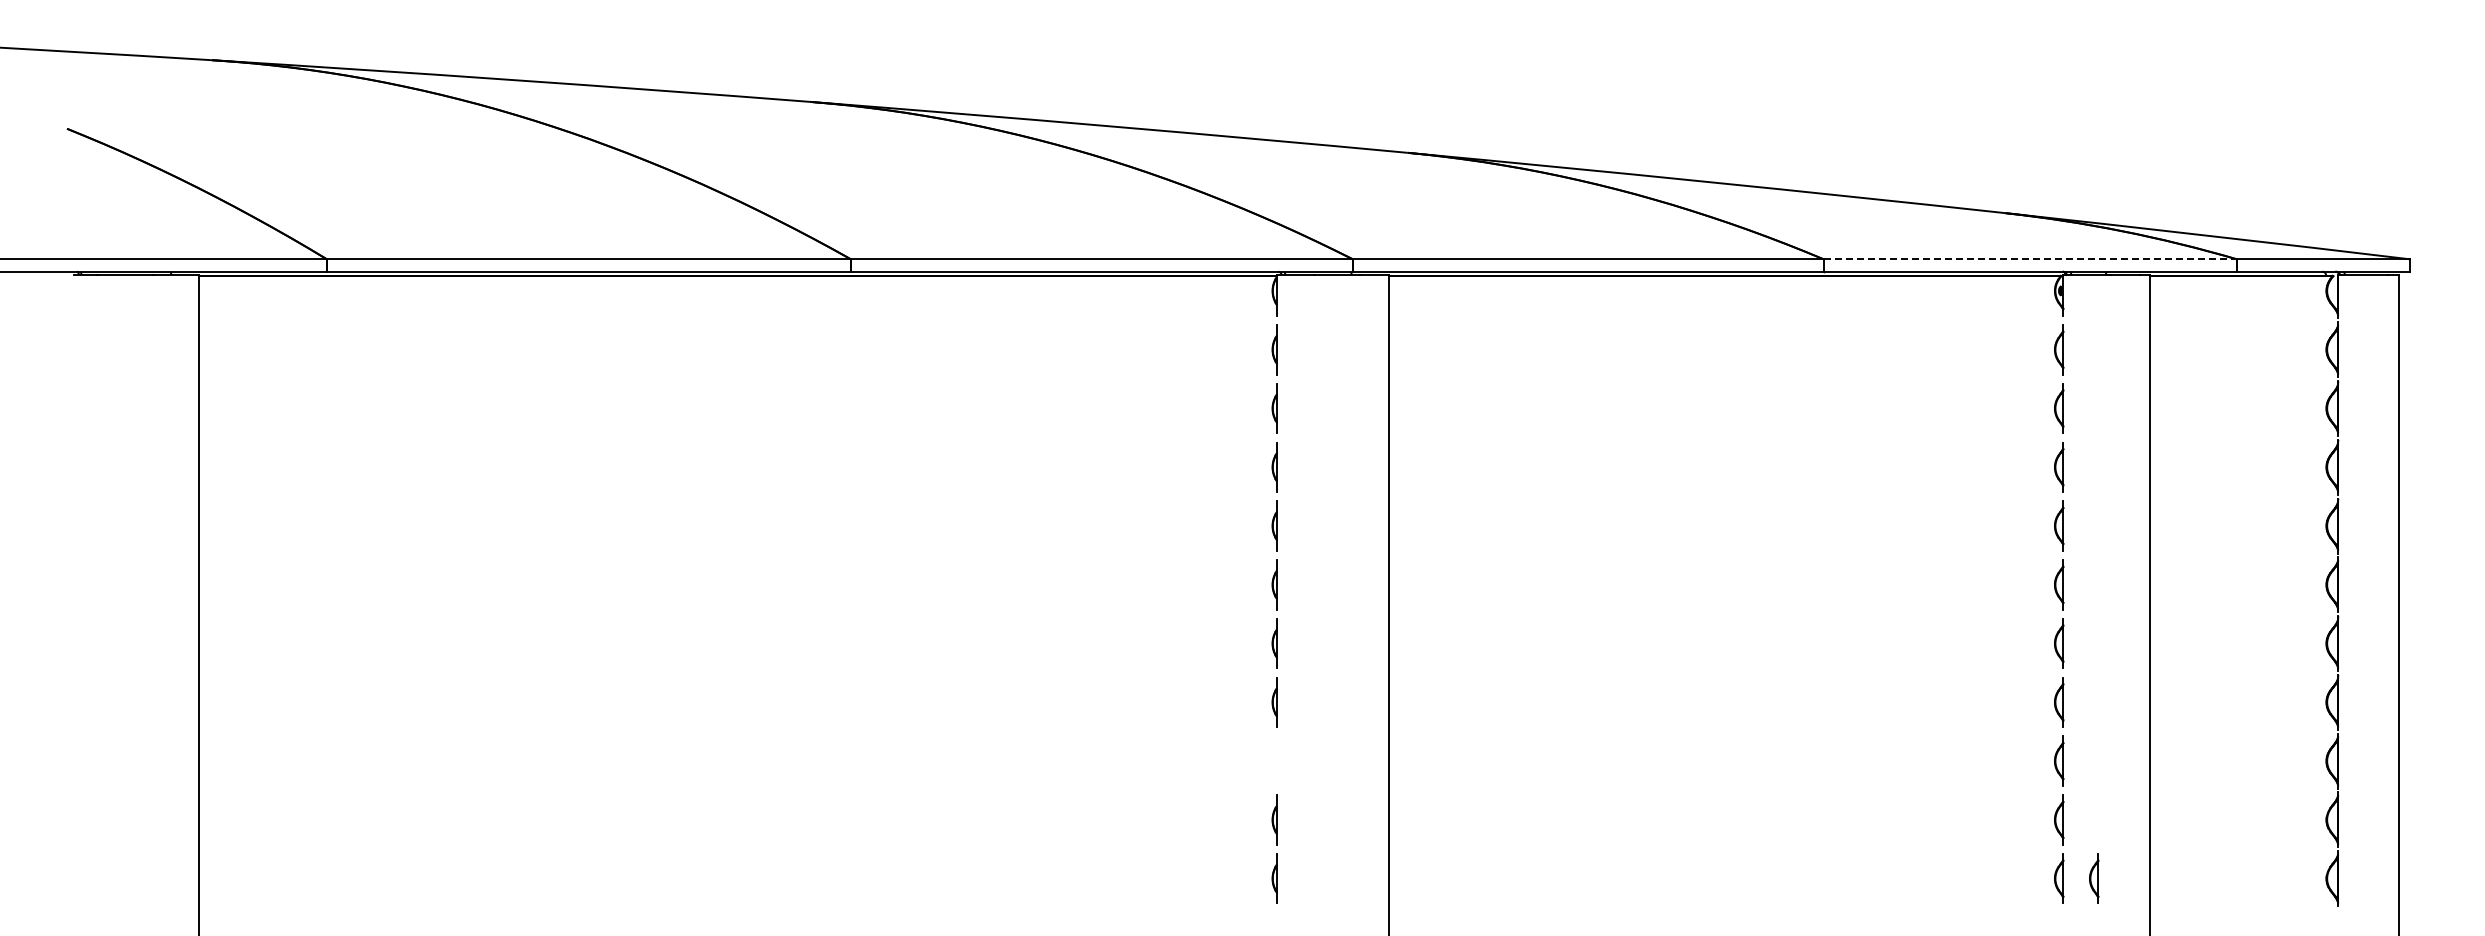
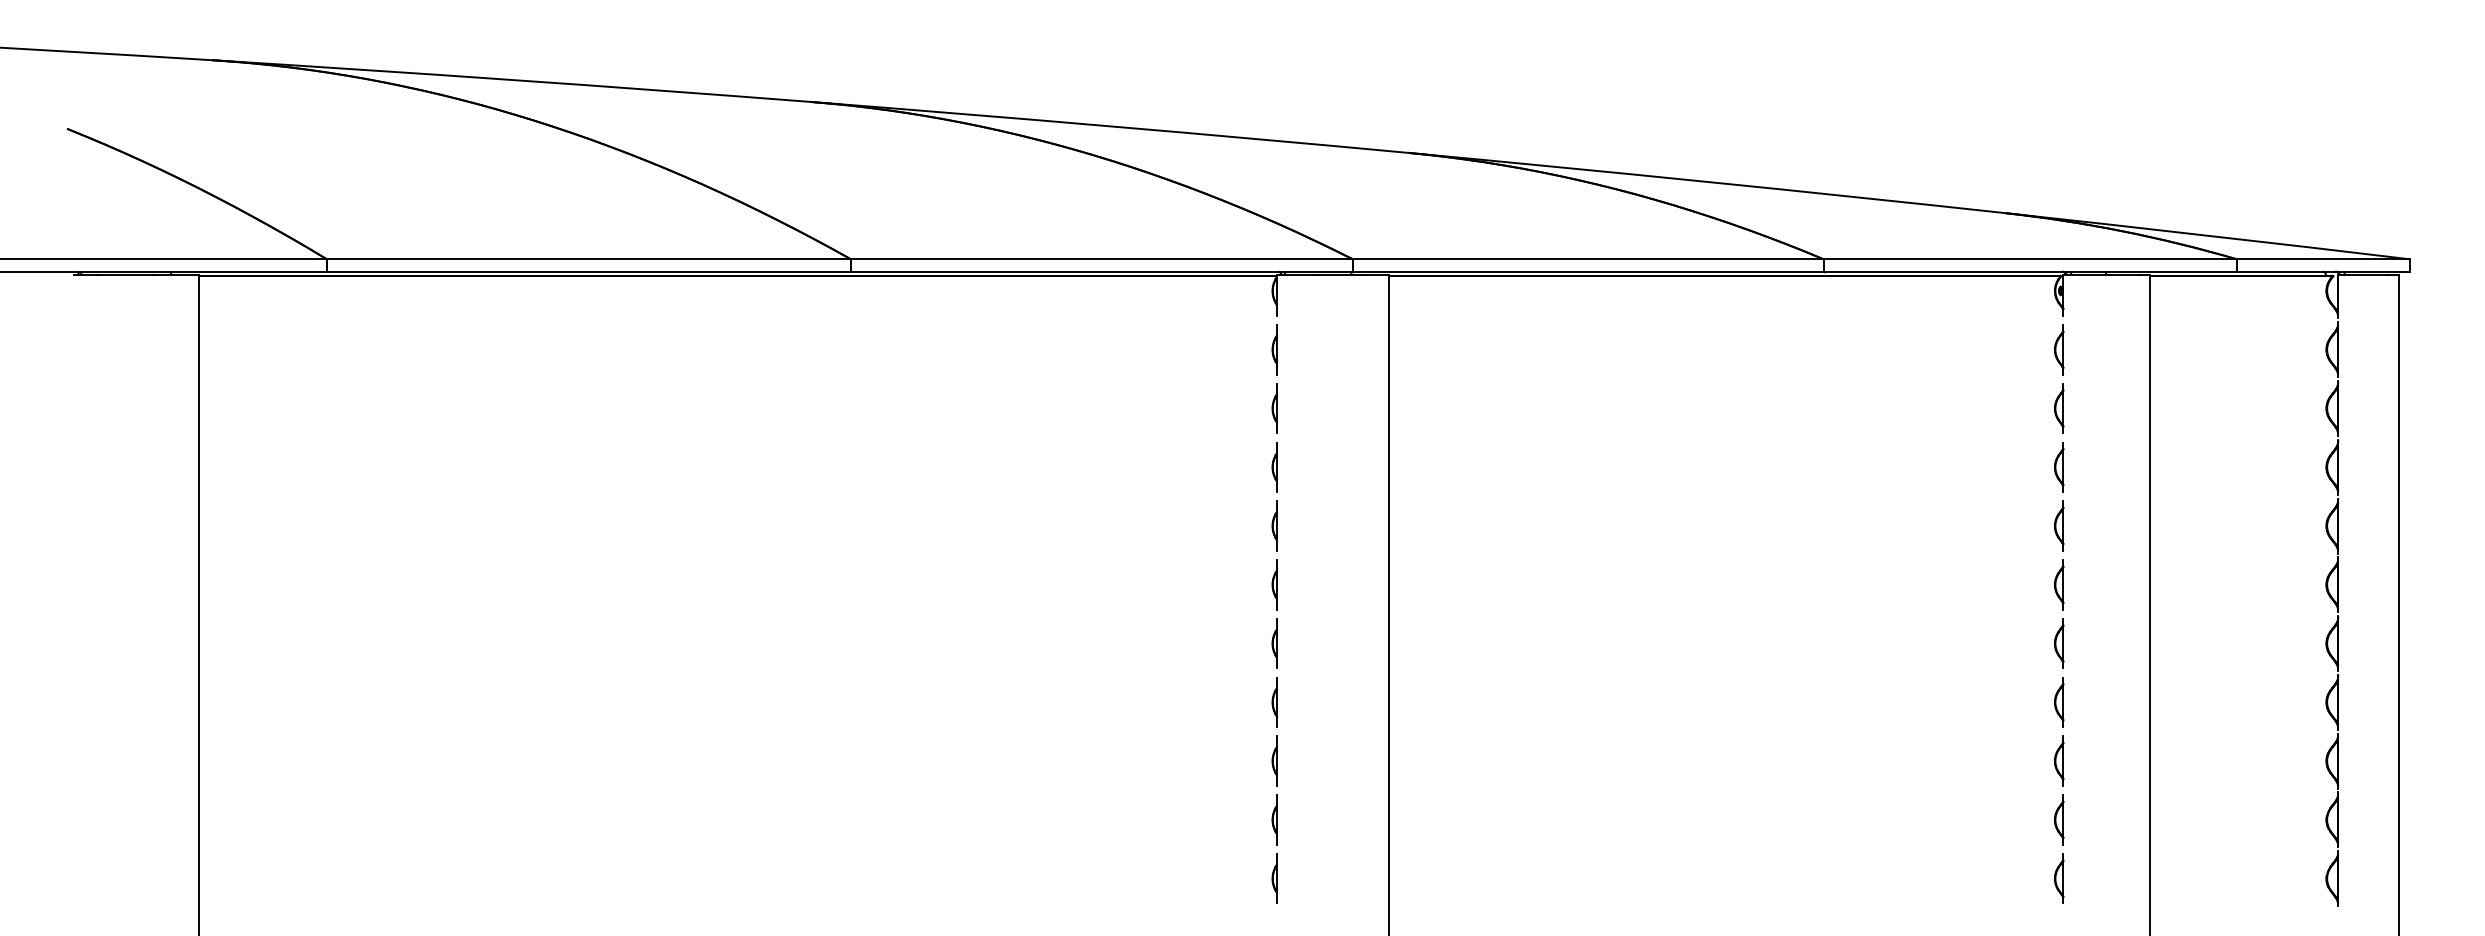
line at (2030, 259): dashed -> solid
part at (1274, 760): none -> present
part at (2094, 878): present -> none
